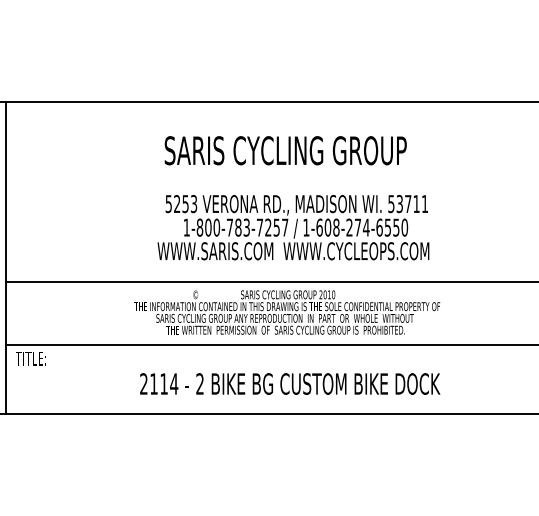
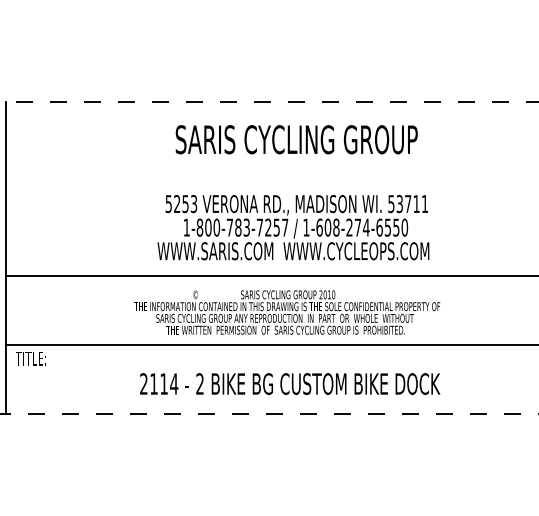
line at (269, 102): solid -> dashed
text at (285, 150) position: (285, 150) -> (296, 139)
line at (270, 281) position: (270, 281) -> (270, 275)
line at (269, 413): solid -> dashed
